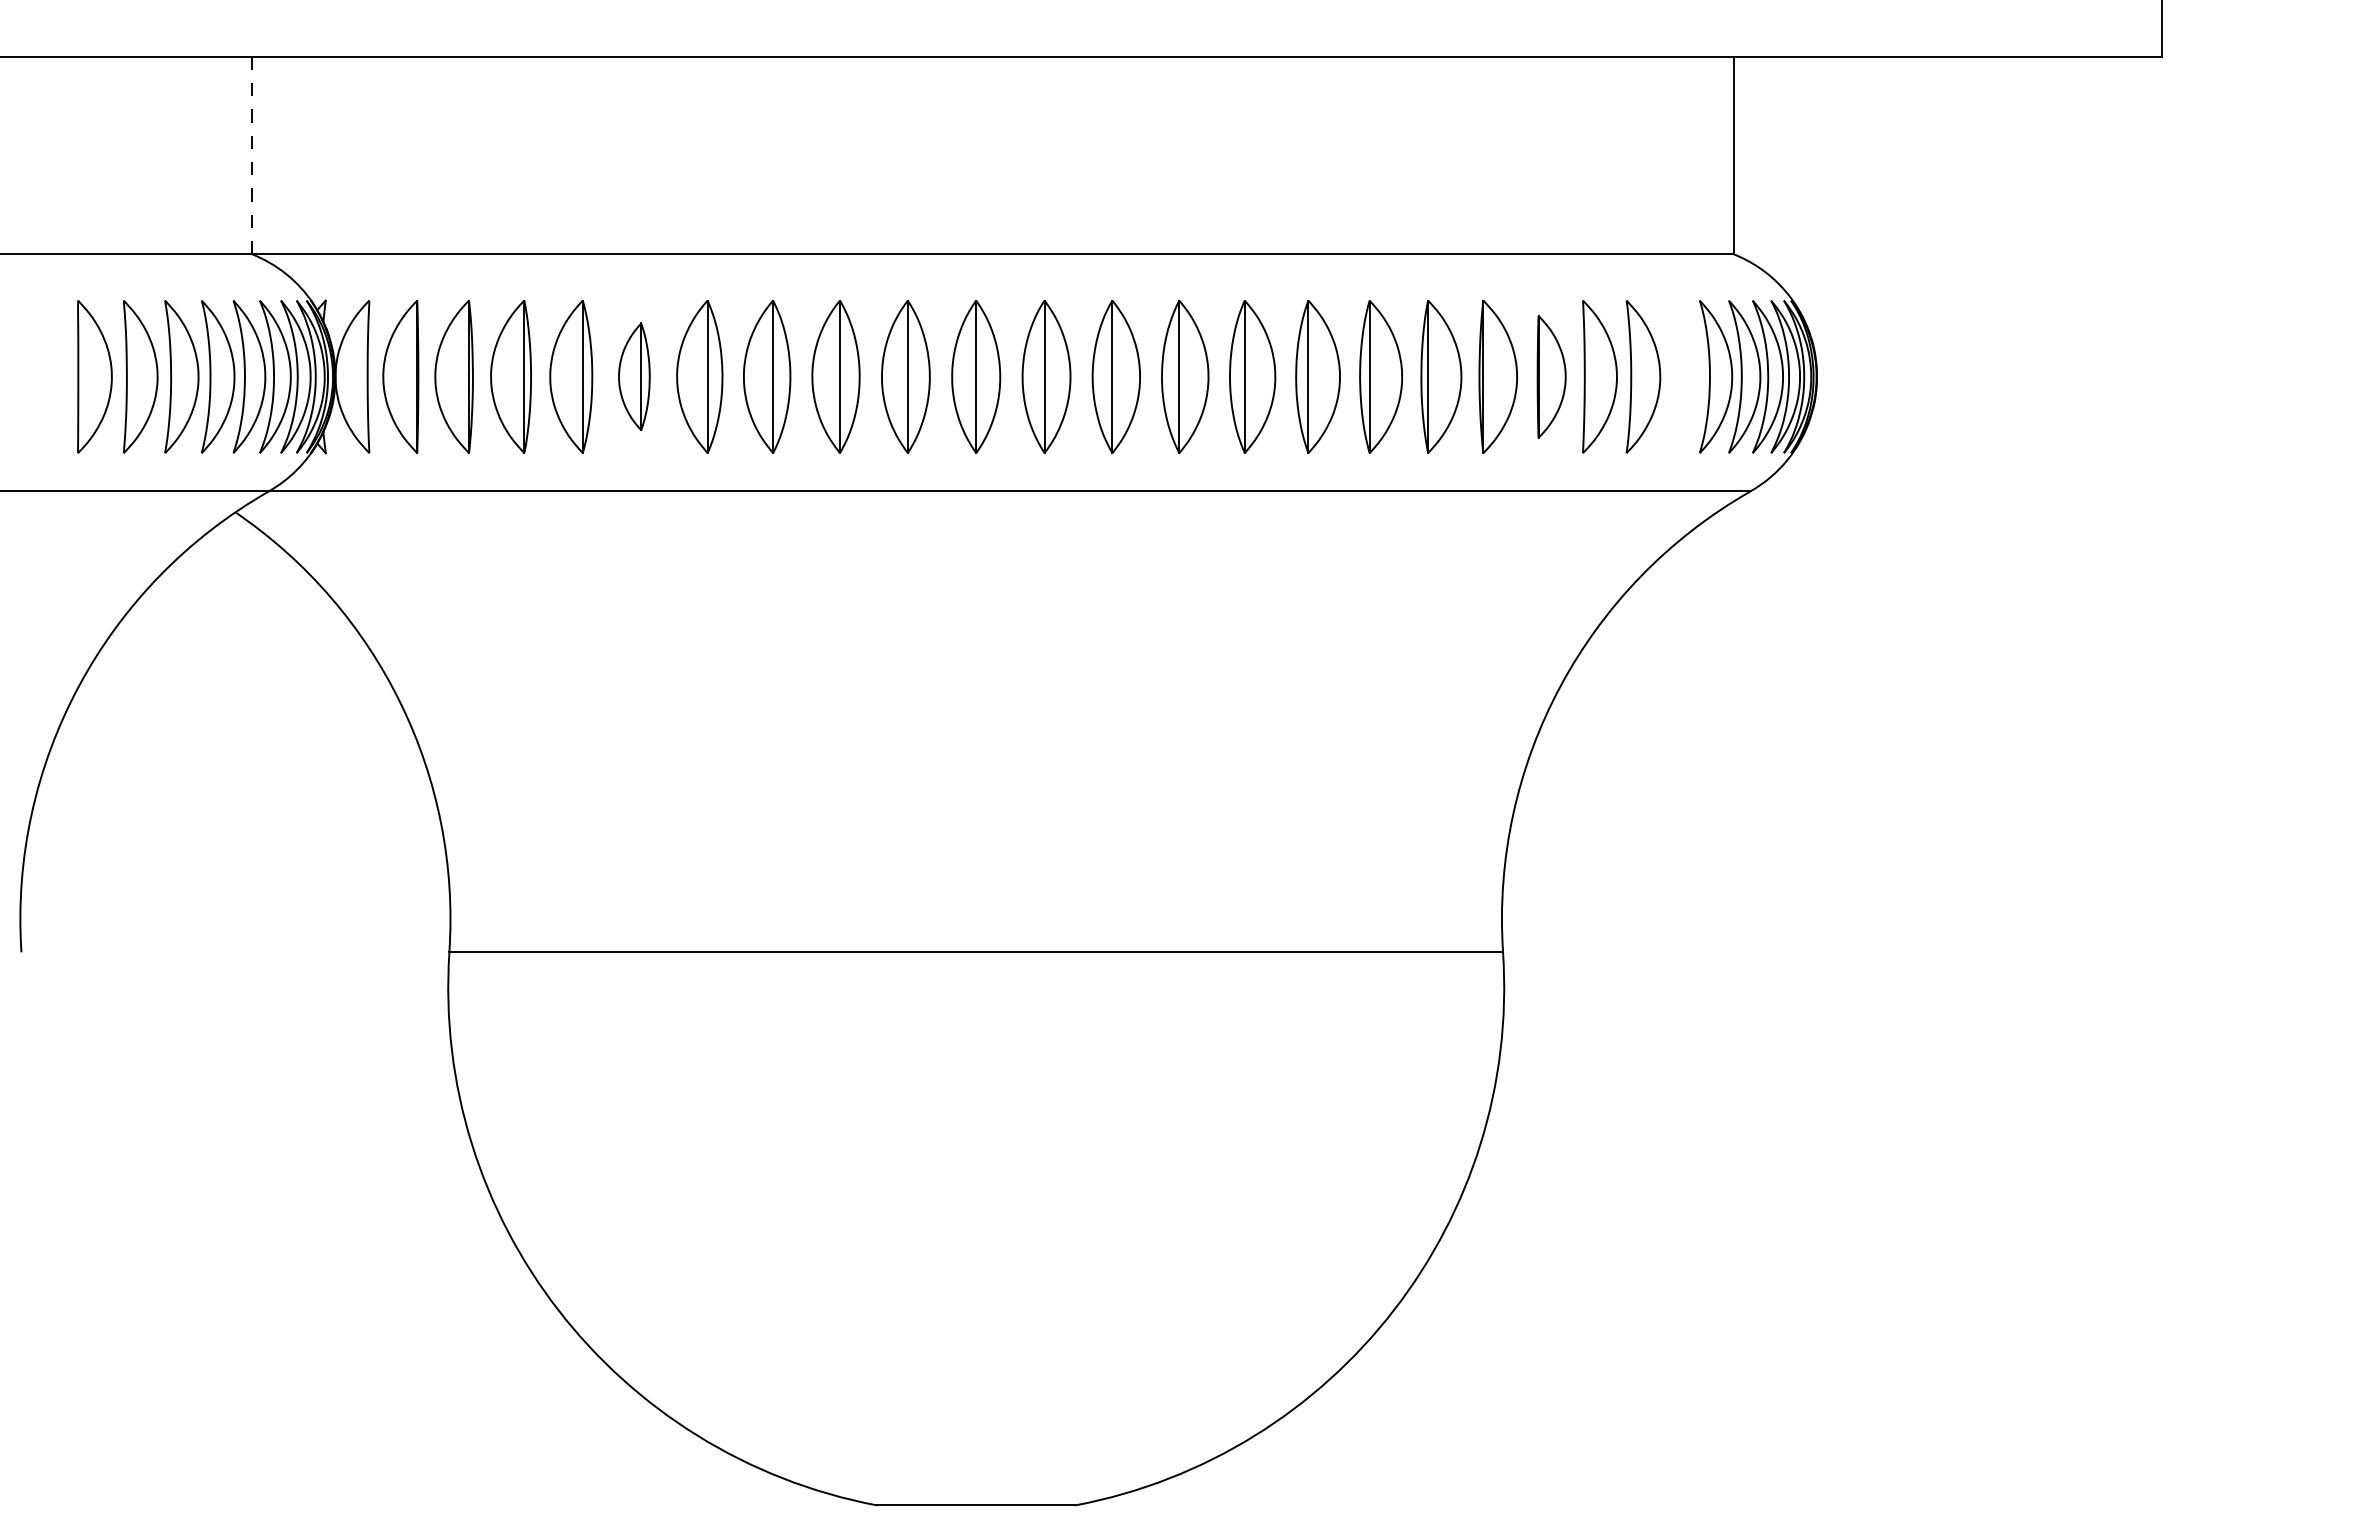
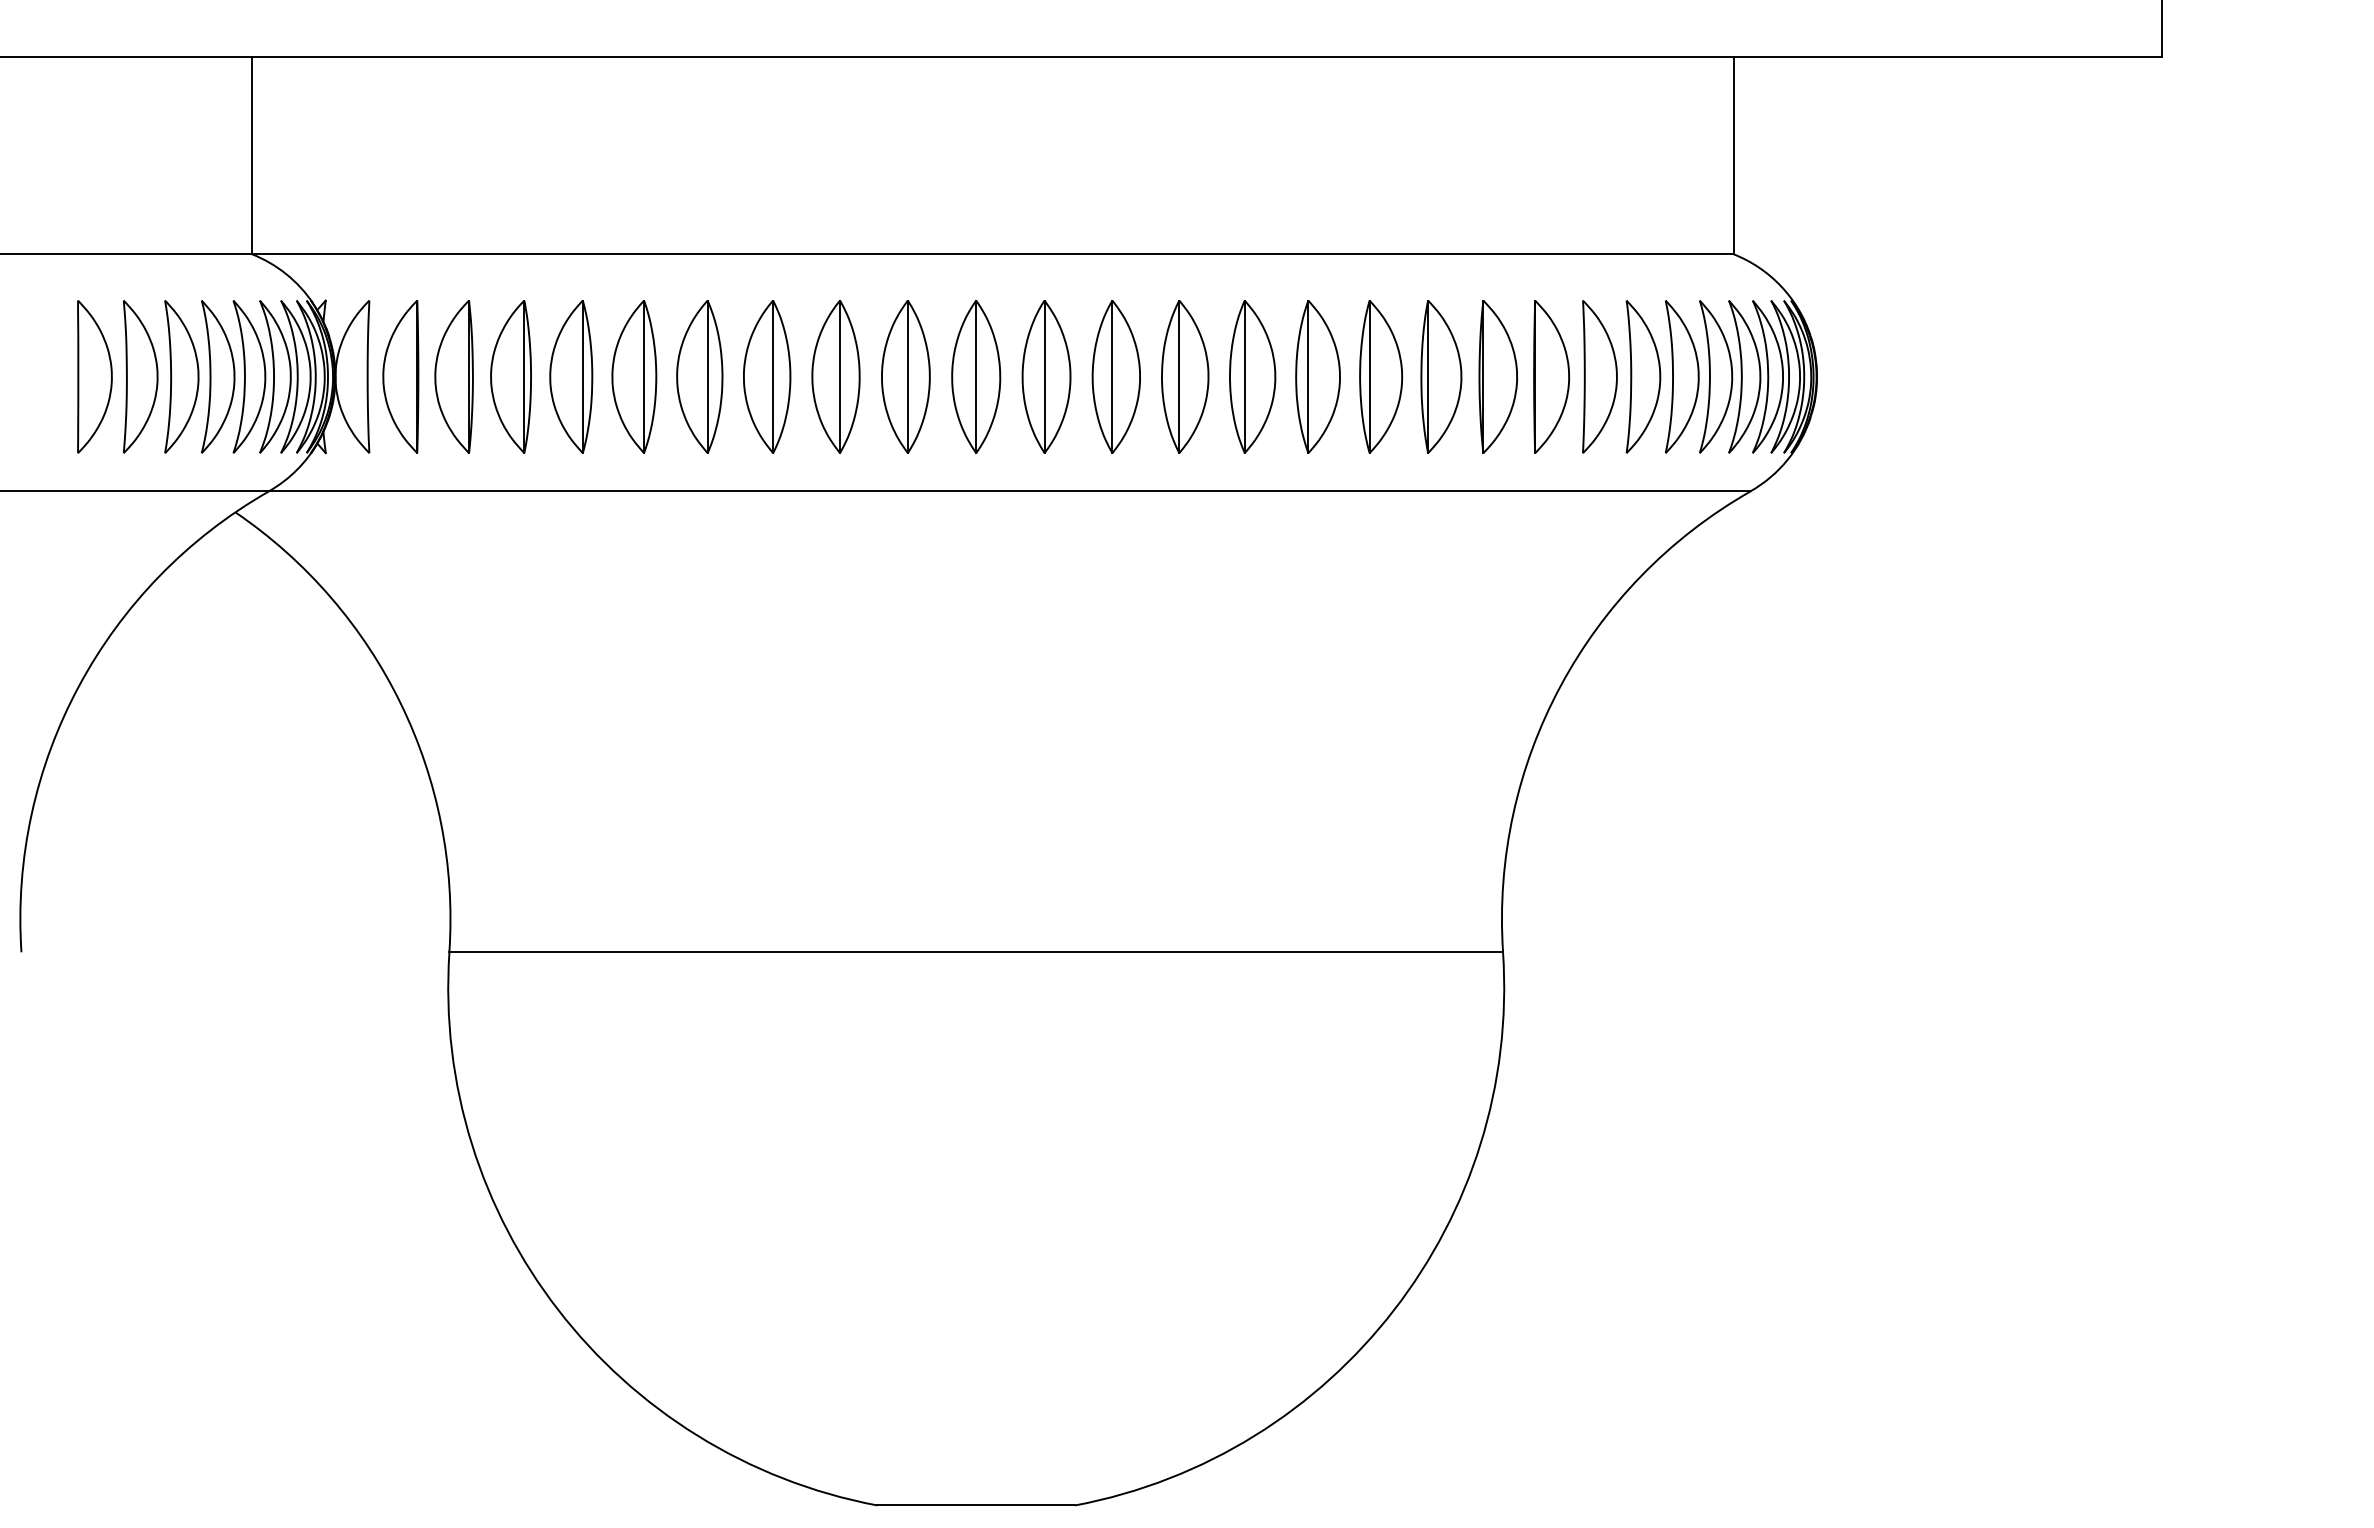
line at (251, 155): dashed -> solid
part at (634, 376) size: 33x109 px -> 47x154 px
part at (1551, 376) size: 31x124 px -> 38x154 px
part at (1681, 376): none -> present
